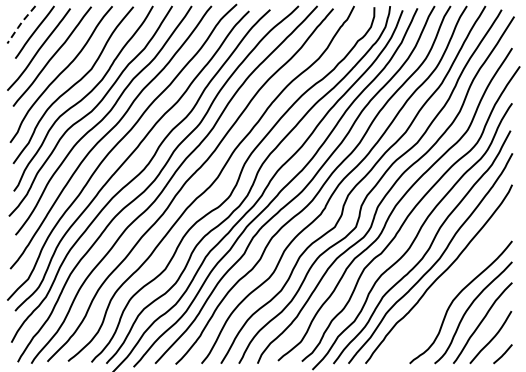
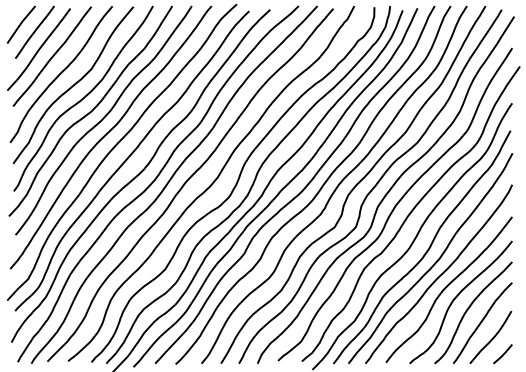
line at (20, 24): dashed -> solid
curve at (447, 287): none -> present
